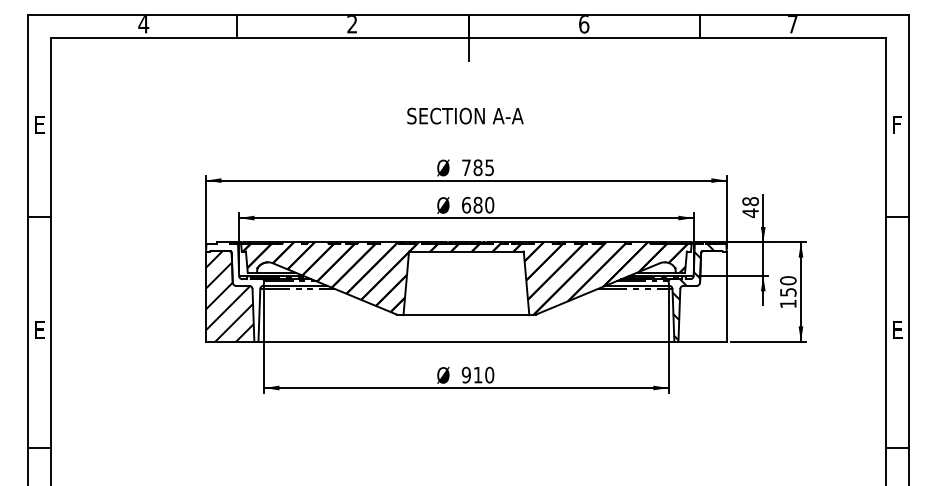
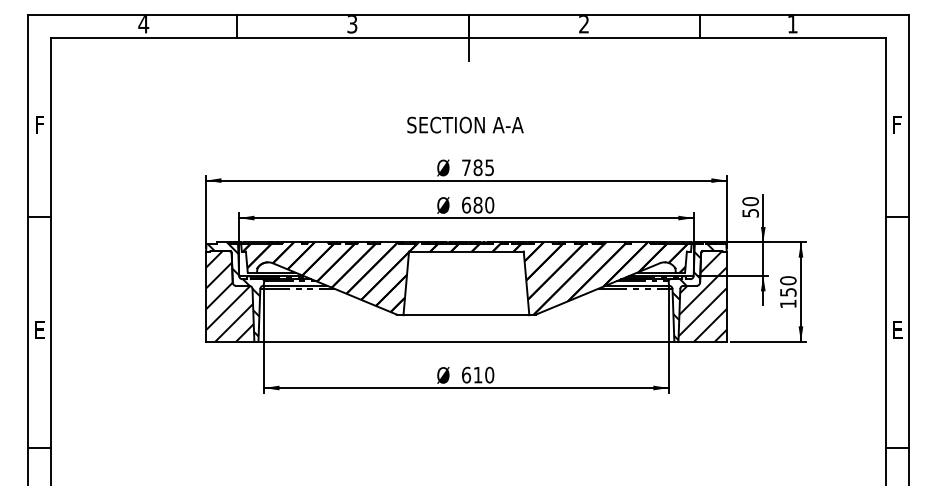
text at (352, 24): 2 -> 3
text at (584, 24): 6 -> 2
text at (792, 24): 7 -> 1
text at (465, 115) position: (465, 115) -> (465, 124)
text at (39, 124): E -> F
text at (750, 207): 48 -> 50
hatch at (233, 289): none -> present
hatch at (702, 296): none -> present
text at (466, 374): 910 -> 610
